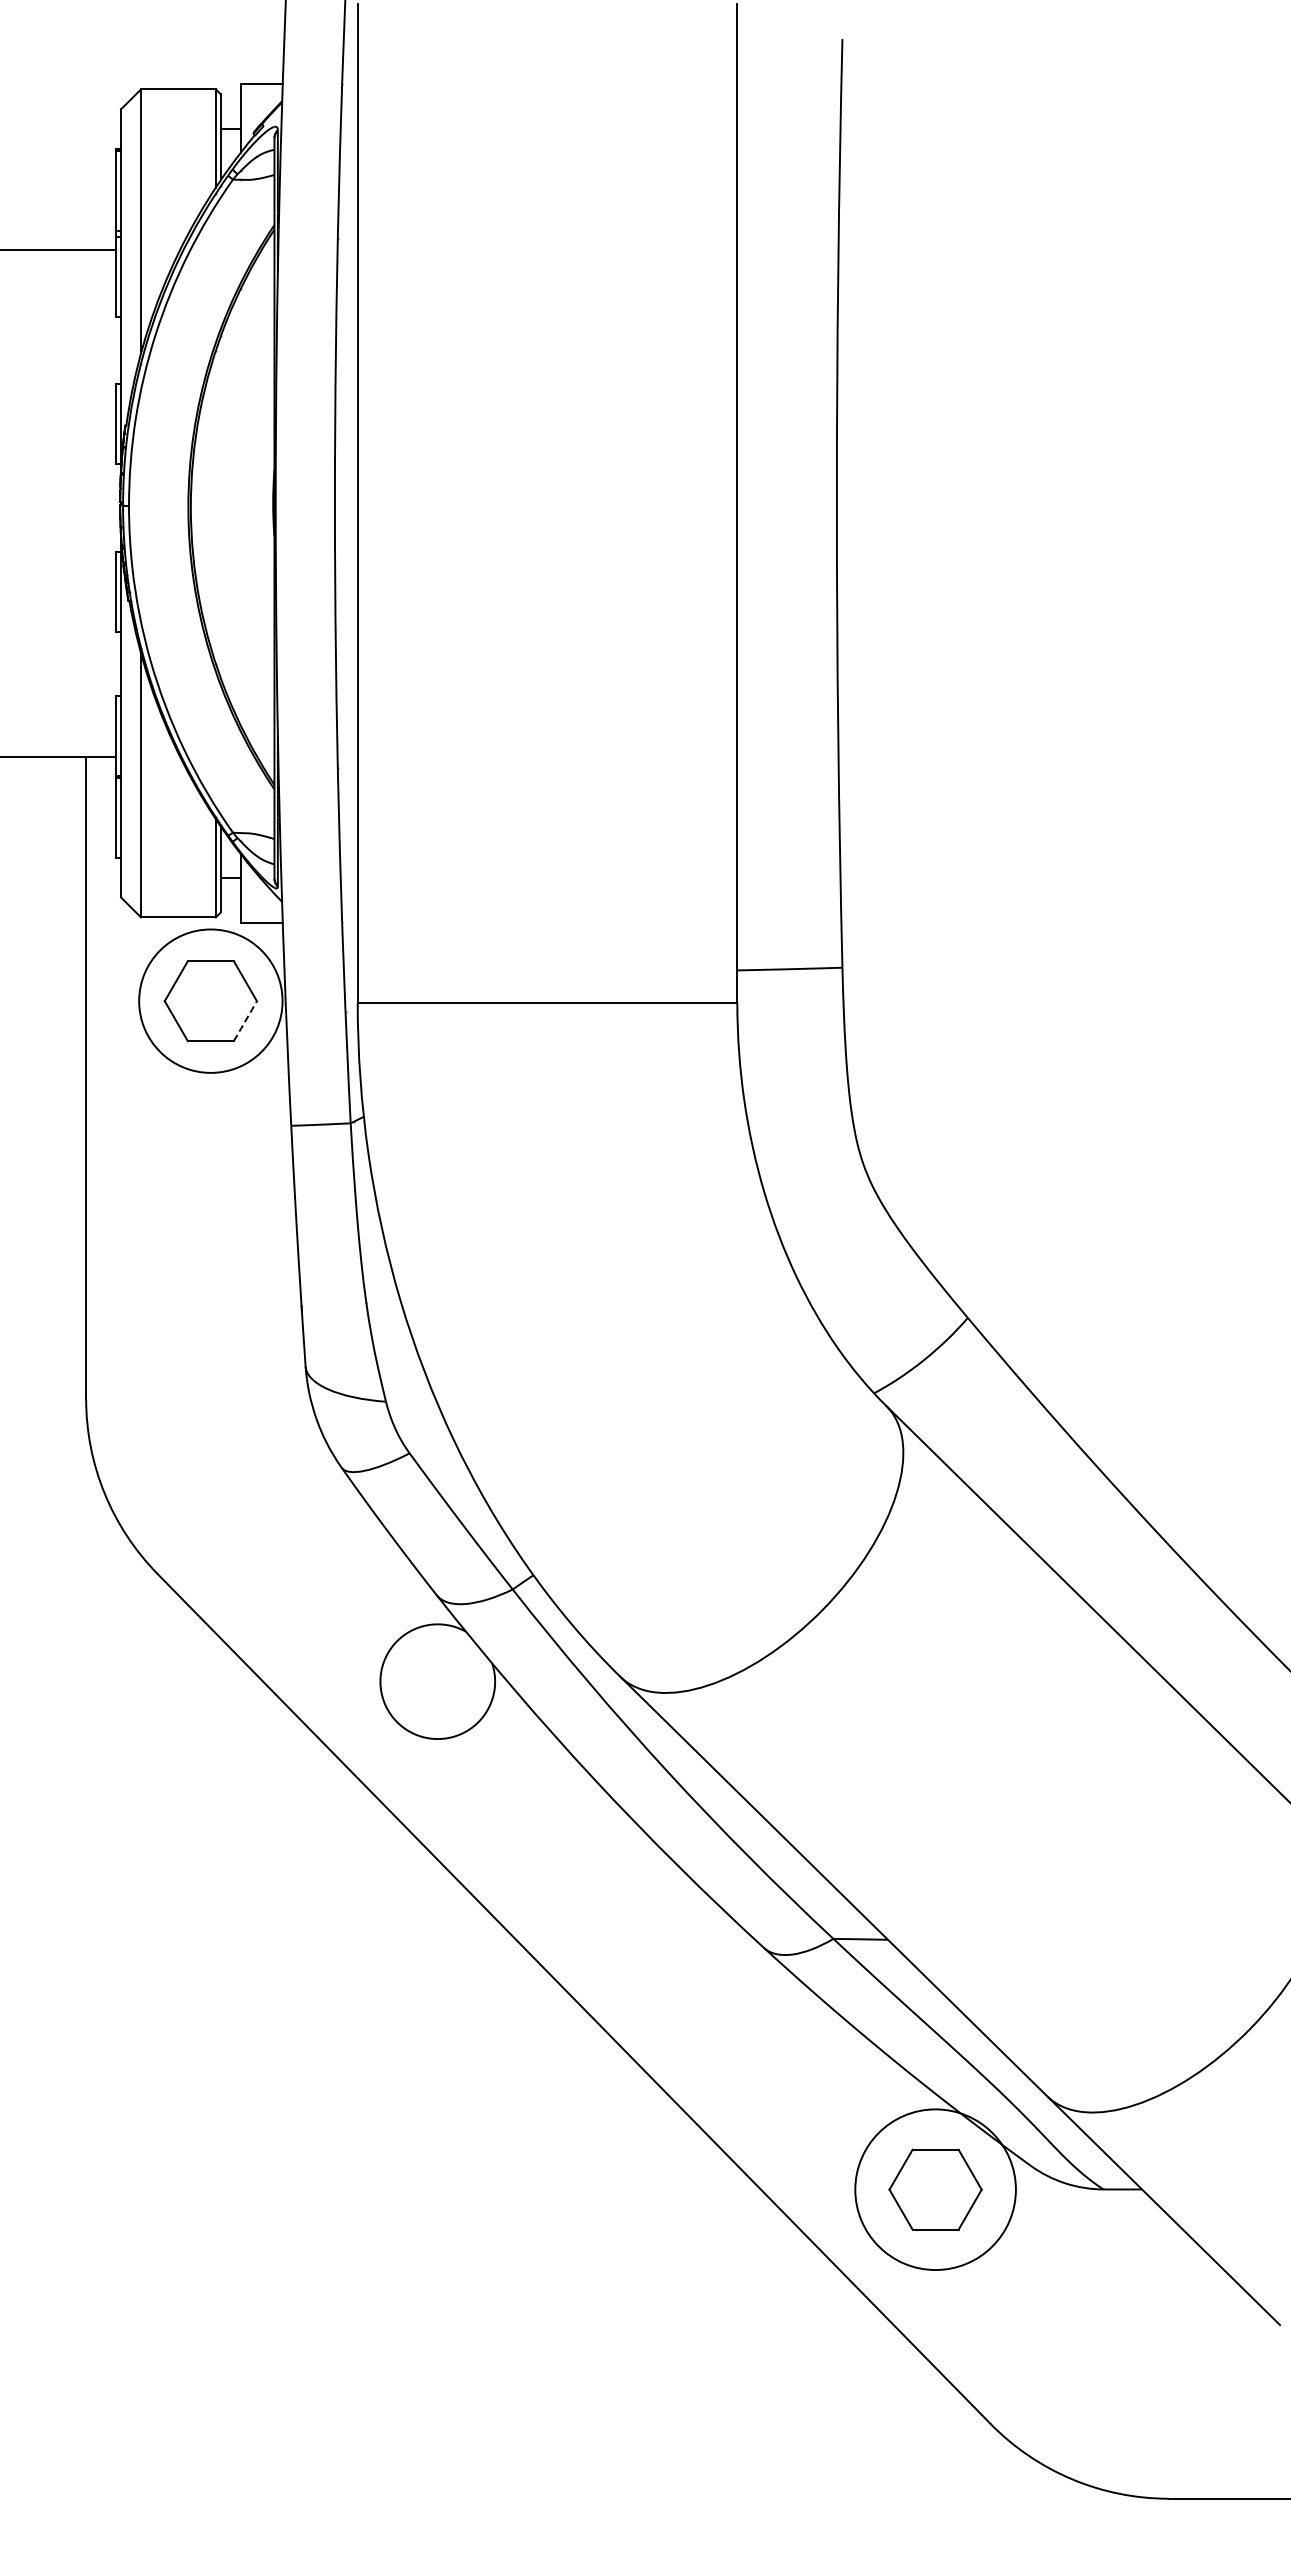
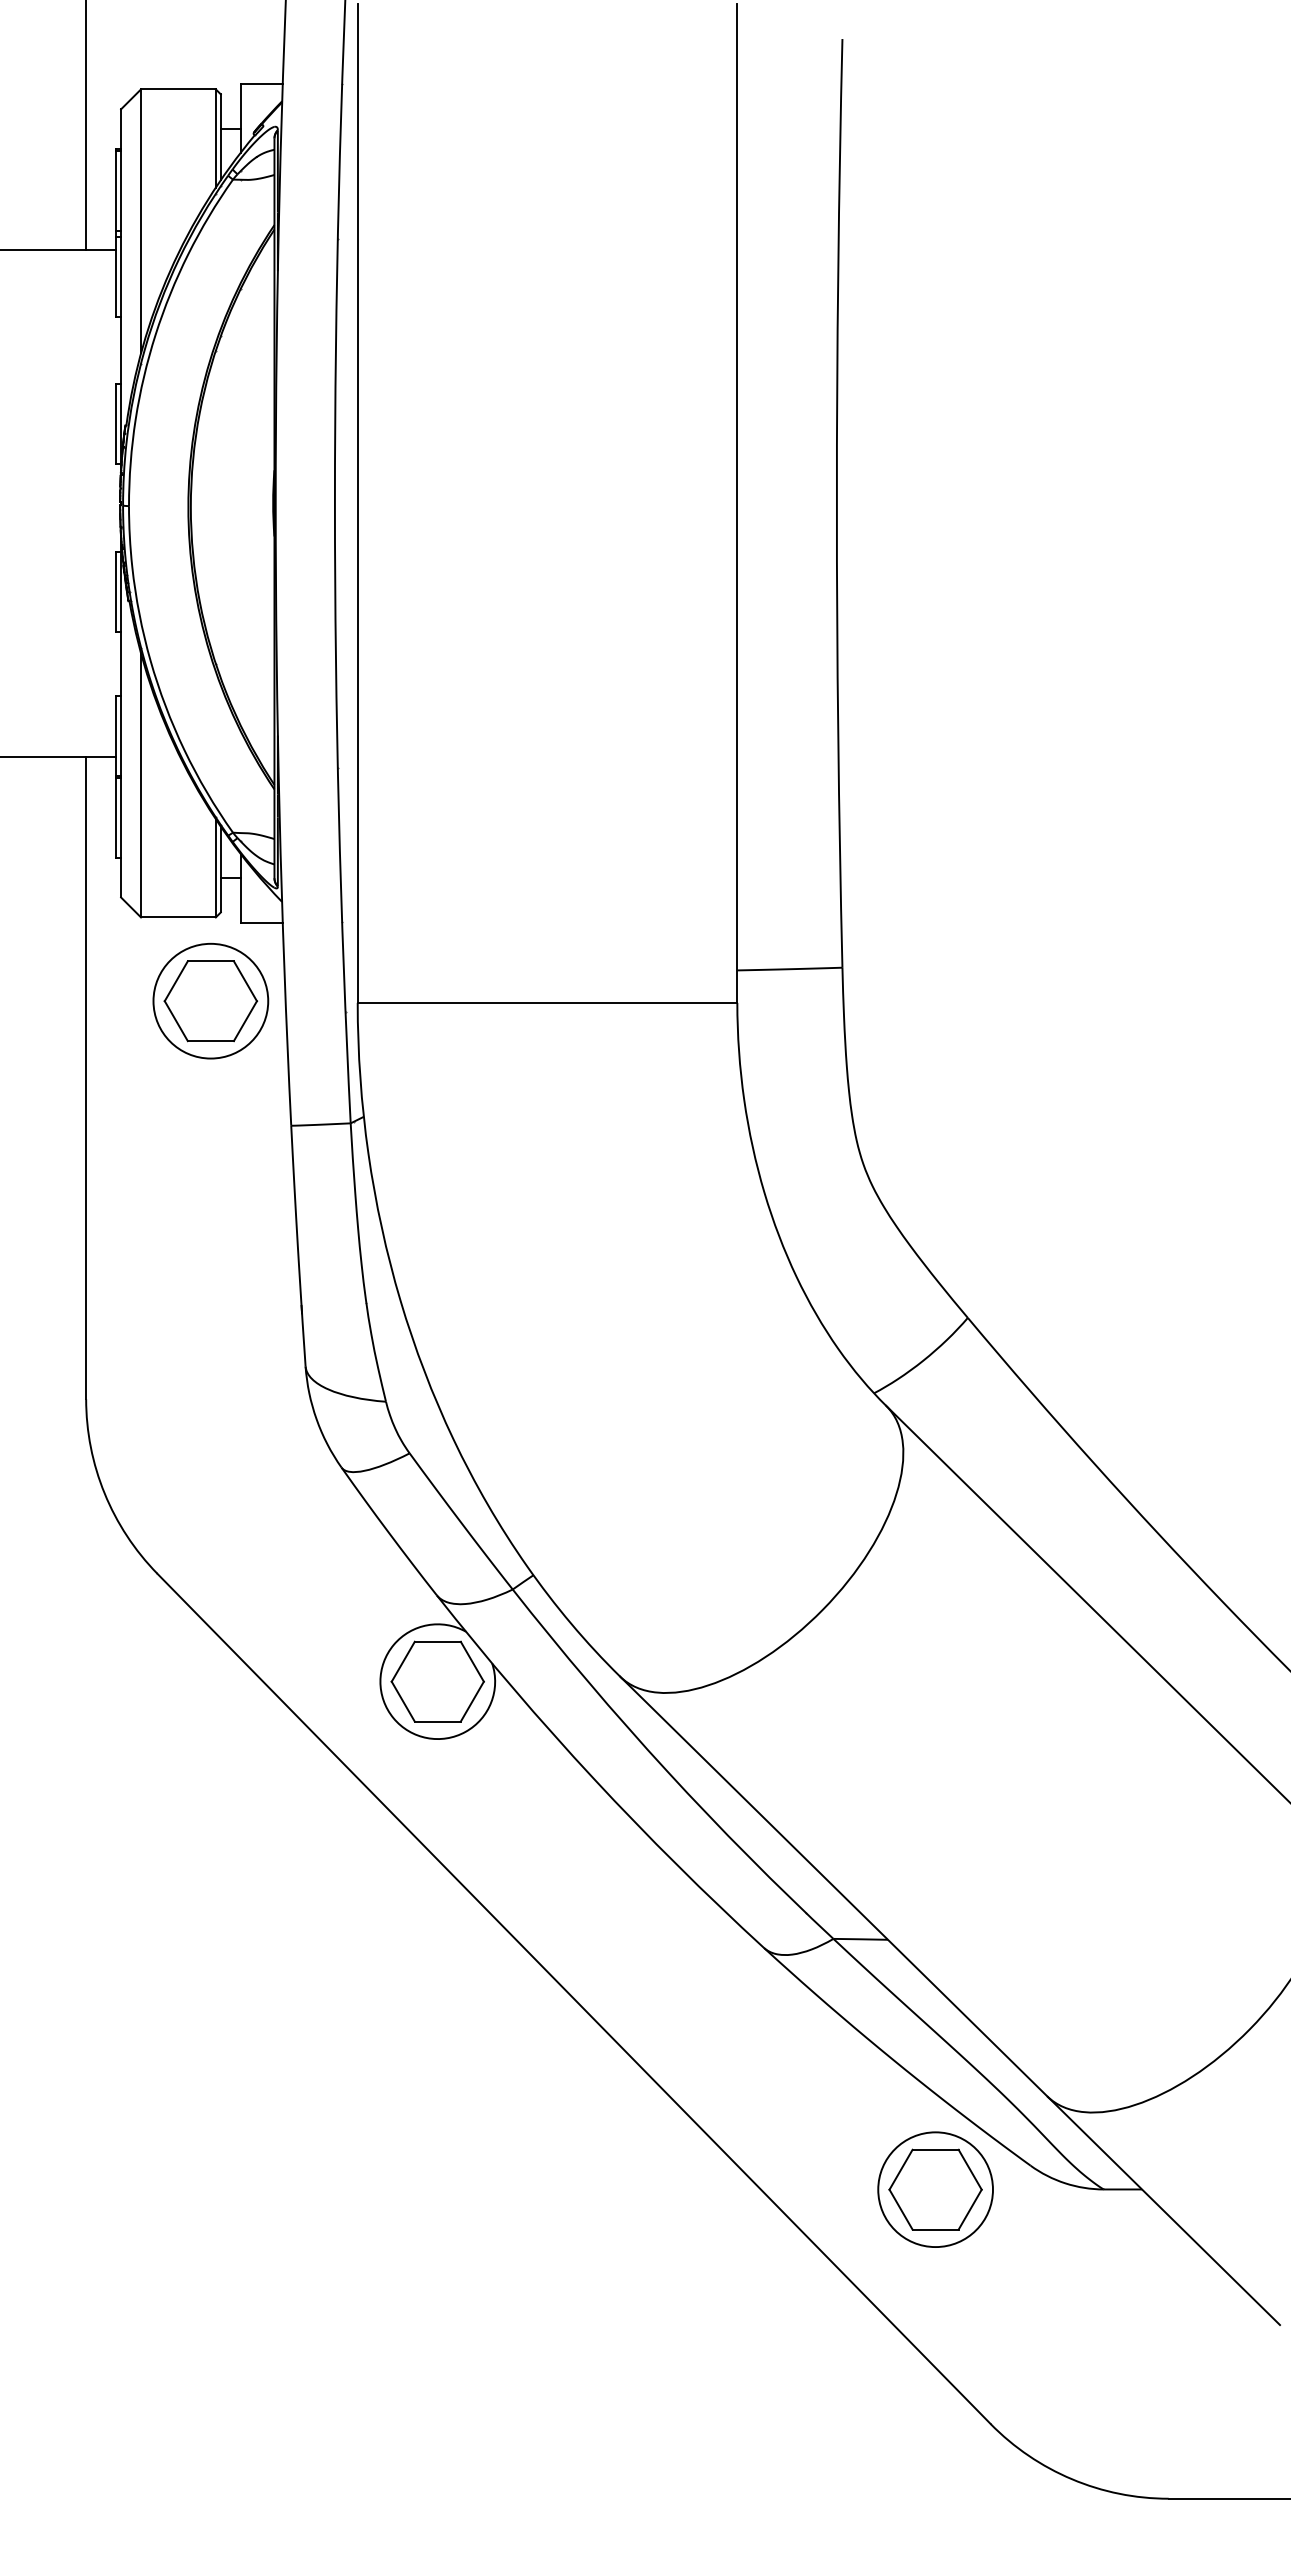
line at (86, 126): none -> present
circle at (210, 1000) diameter: 143 px -> 115 px
line at (245, 1020): dashed -> solid
part at (437, 1681): none -> present
circle at (935, 2189) diameter: 161 px -> 115 px
